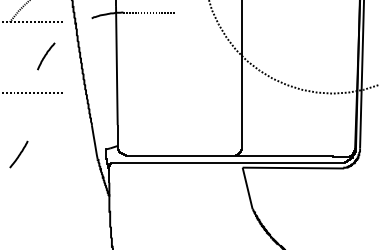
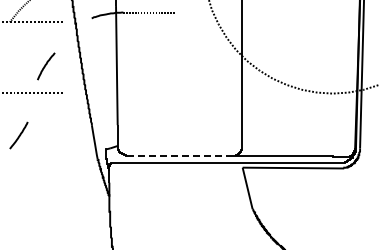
curve at (46, 55) position: (46, 55) -> (46, 65)
line at (18, 154) position: (18, 154) -> (18, 135)
line at (179, 155): solid -> dashed
